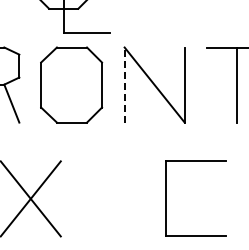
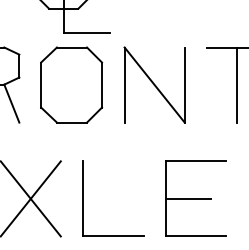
line at (124, 85): dashed -> solid
part at (83, 198): none -> present
line at (188, 198): none -> present
